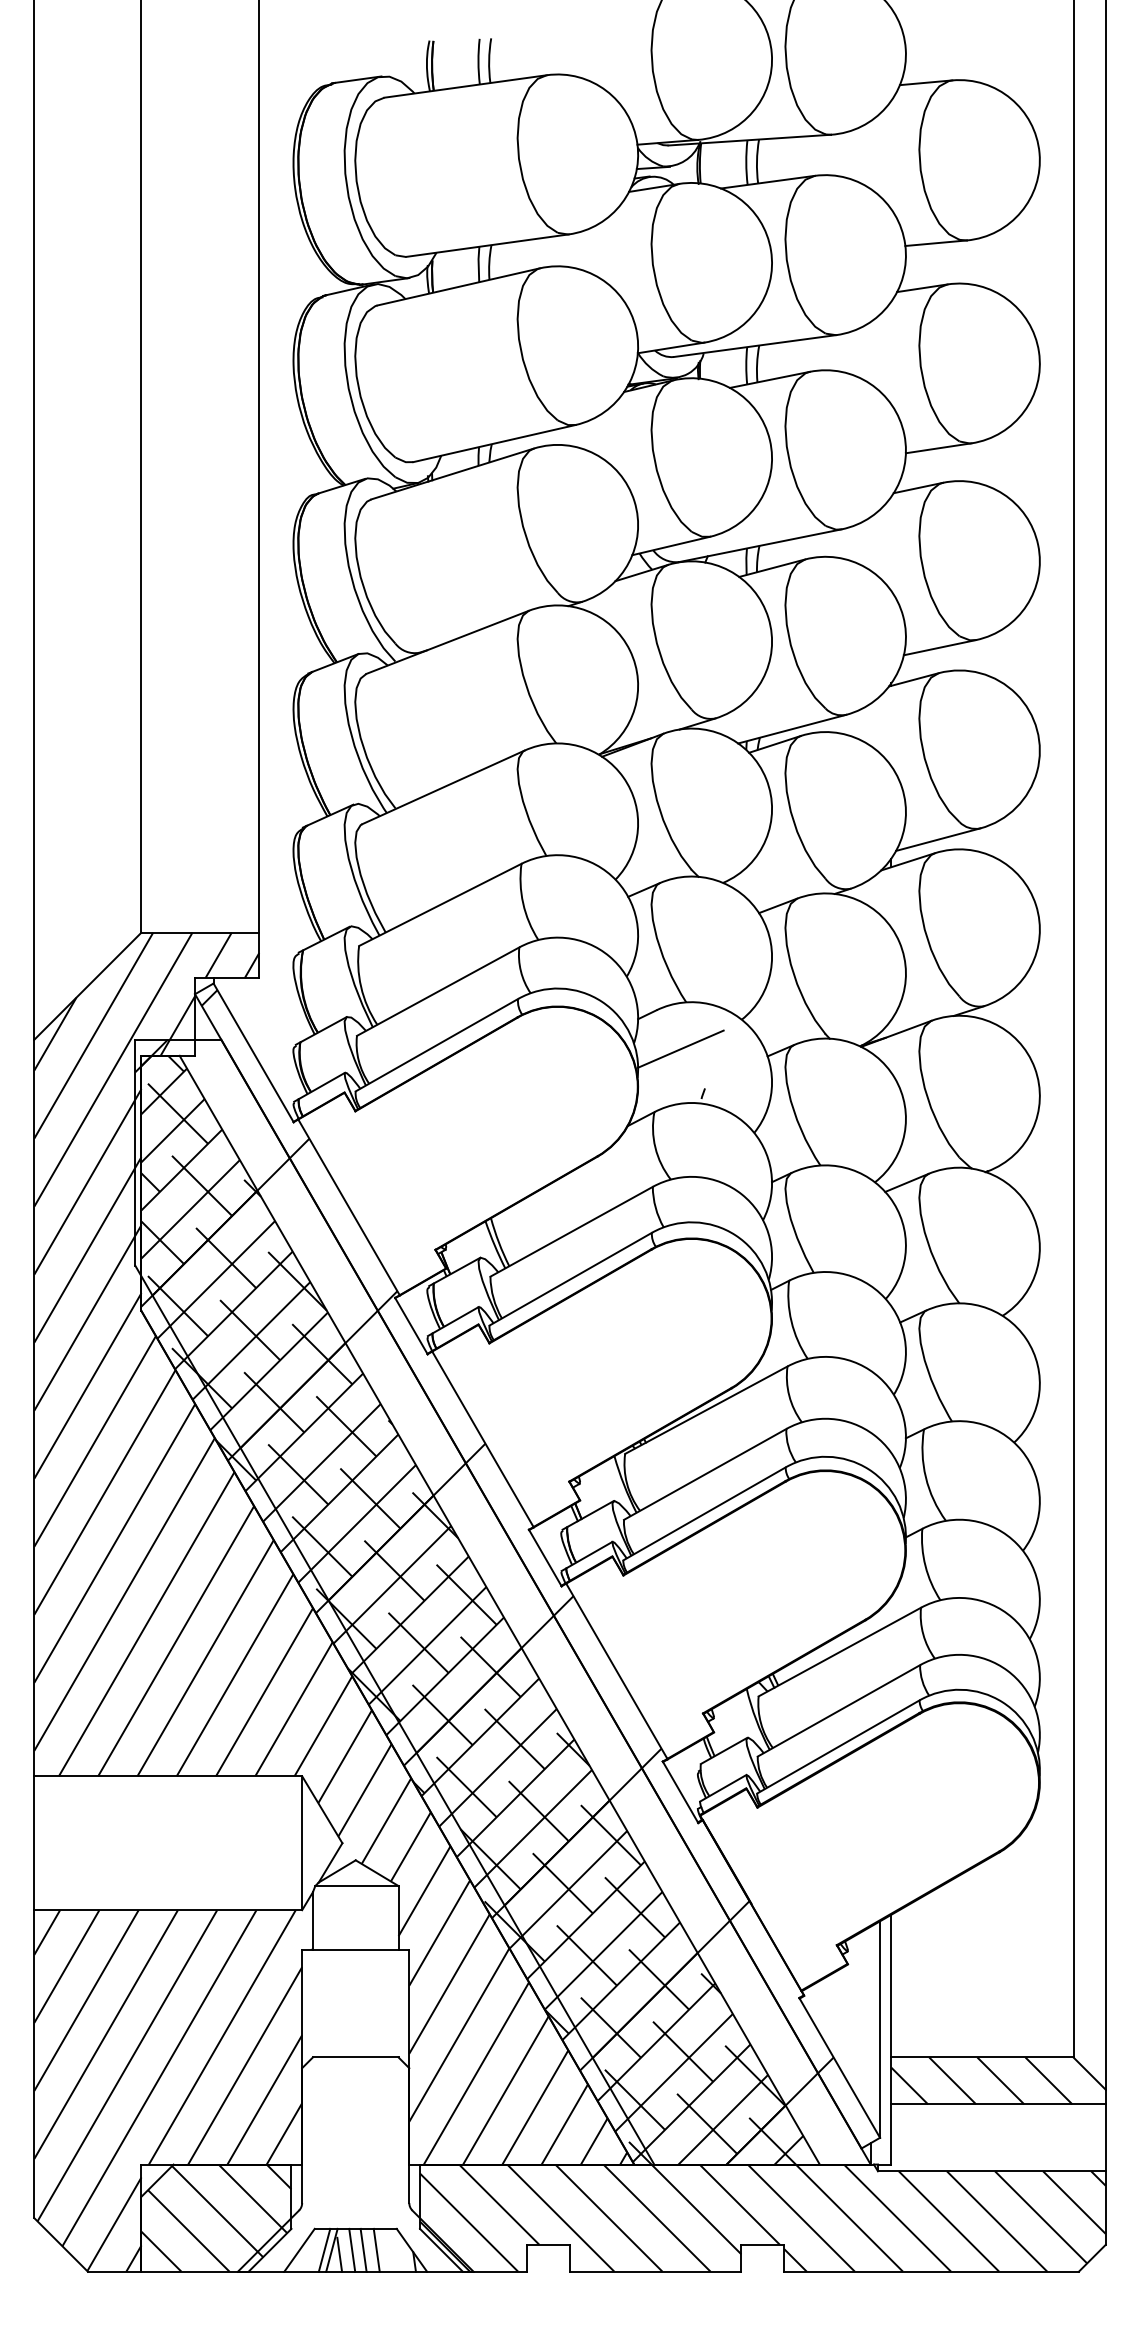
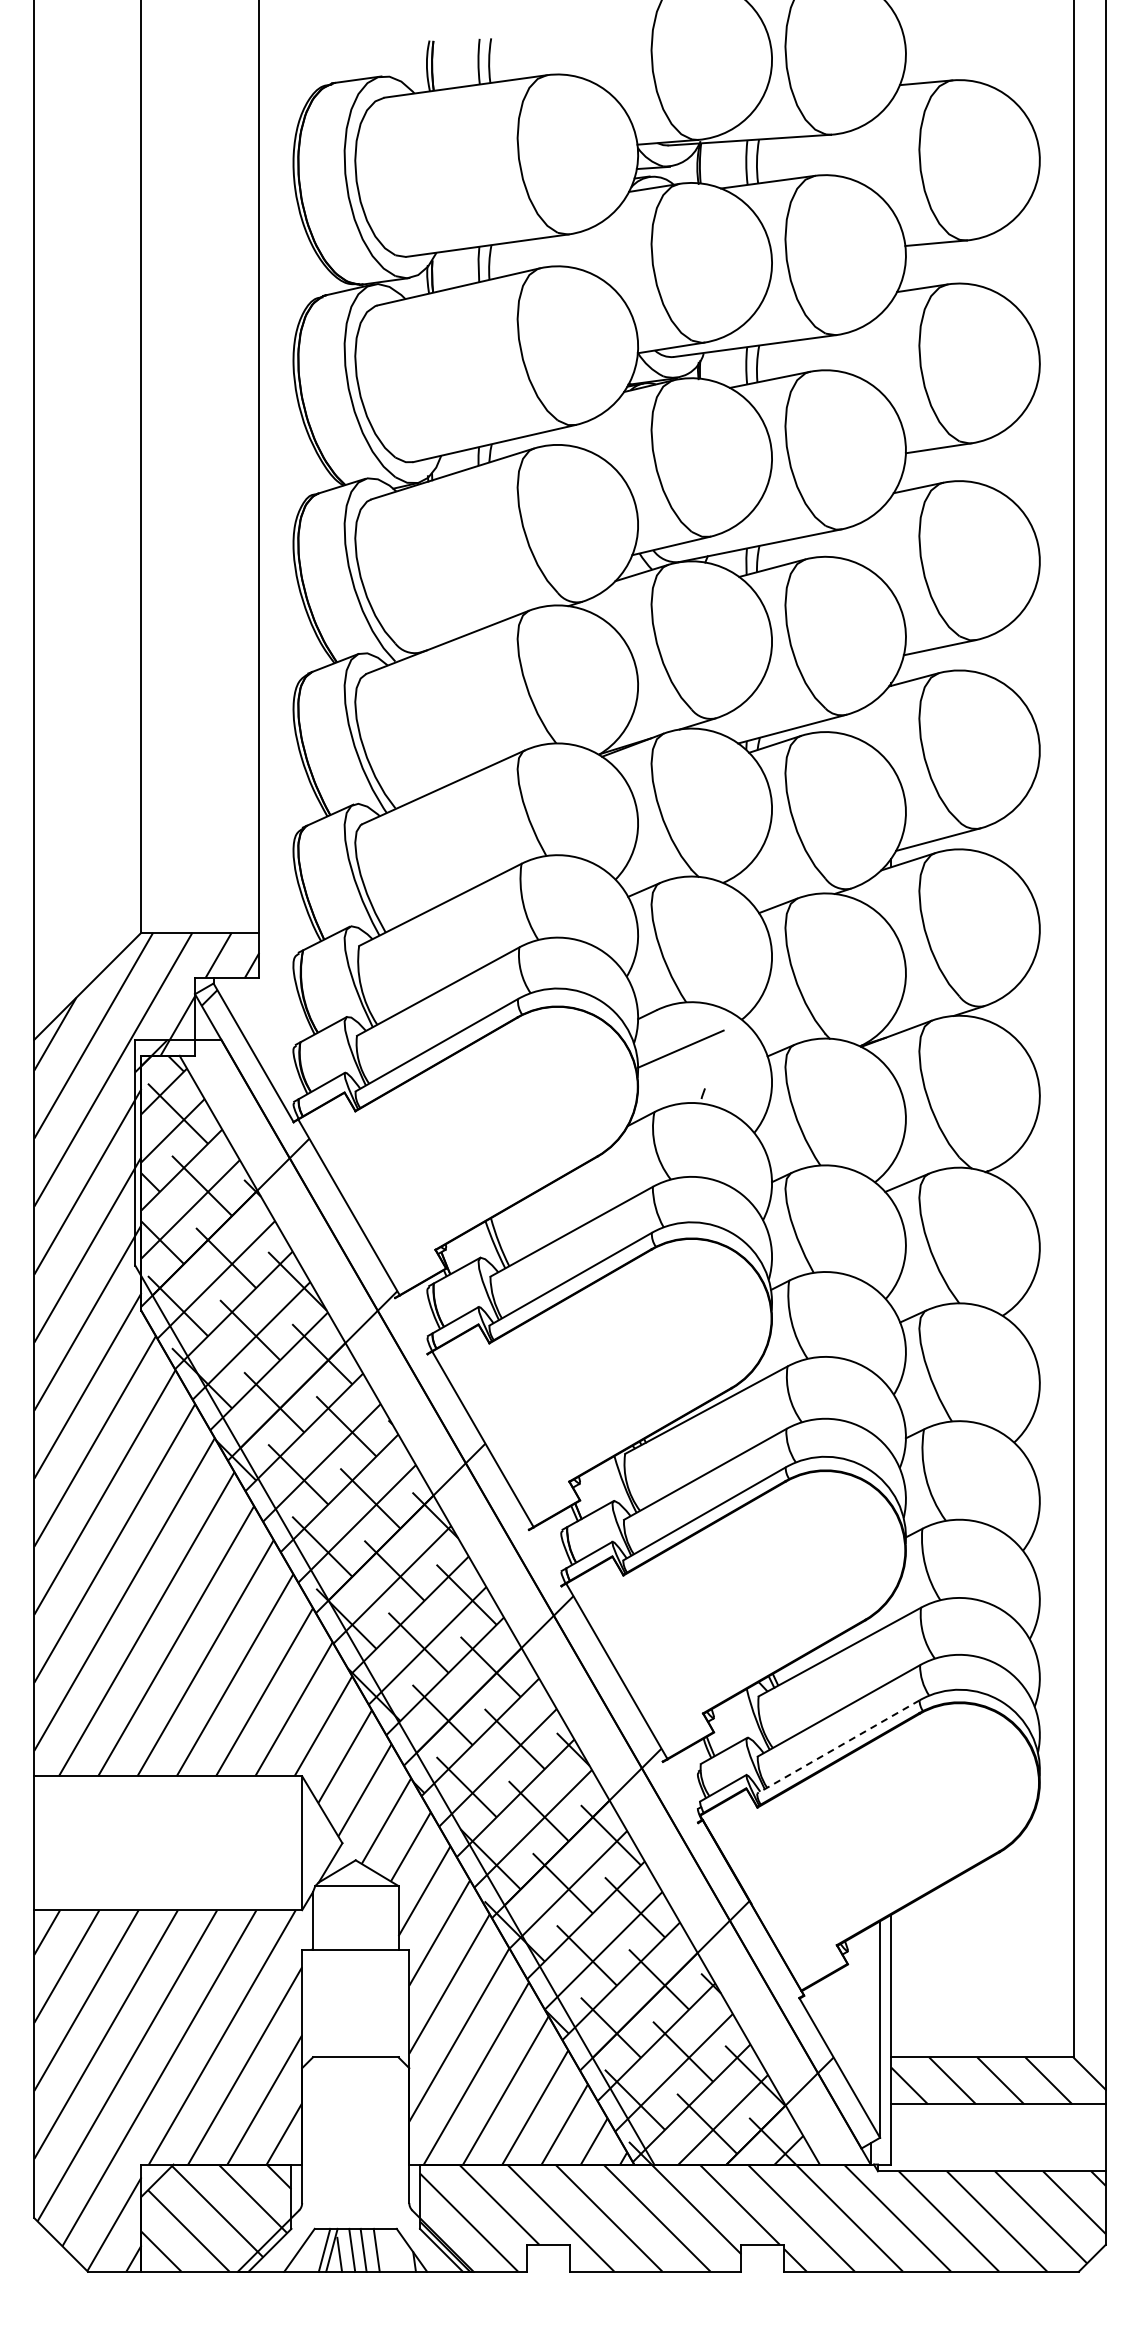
line at (411, 1325): present -> none
line at (544, 1557): present -> none
line at (838, 1746): solid -> dashed
line at (680, 1792): present -> none
